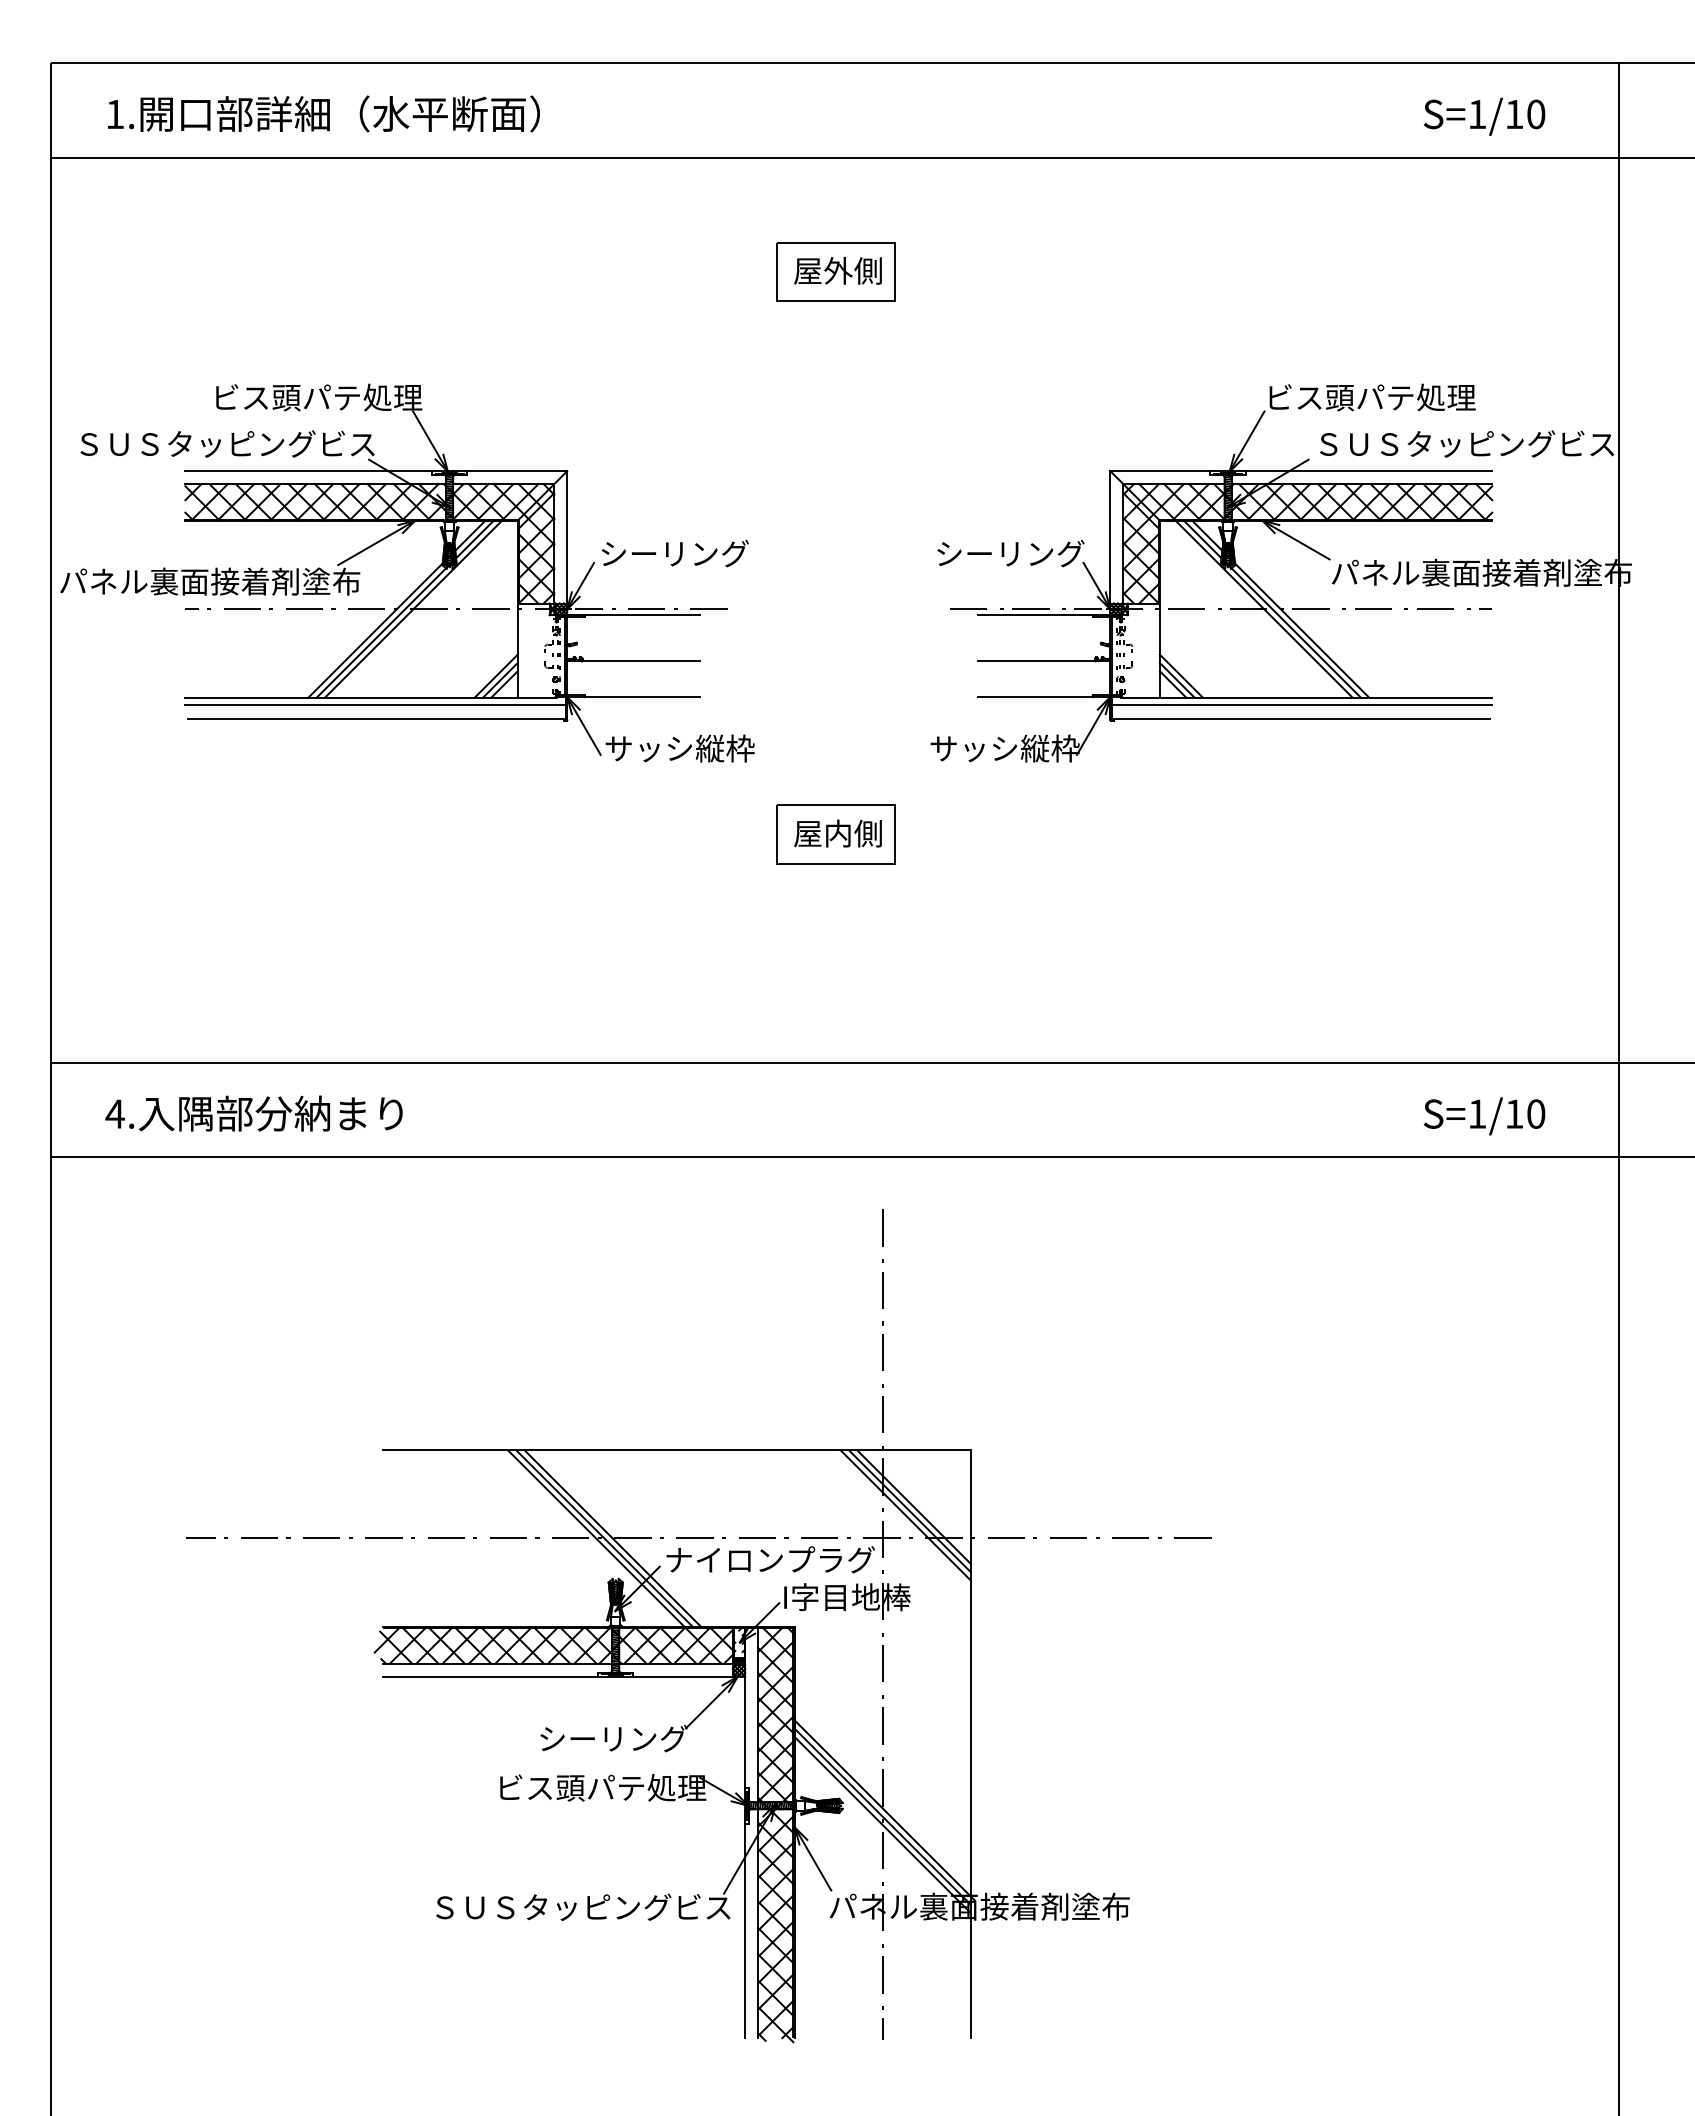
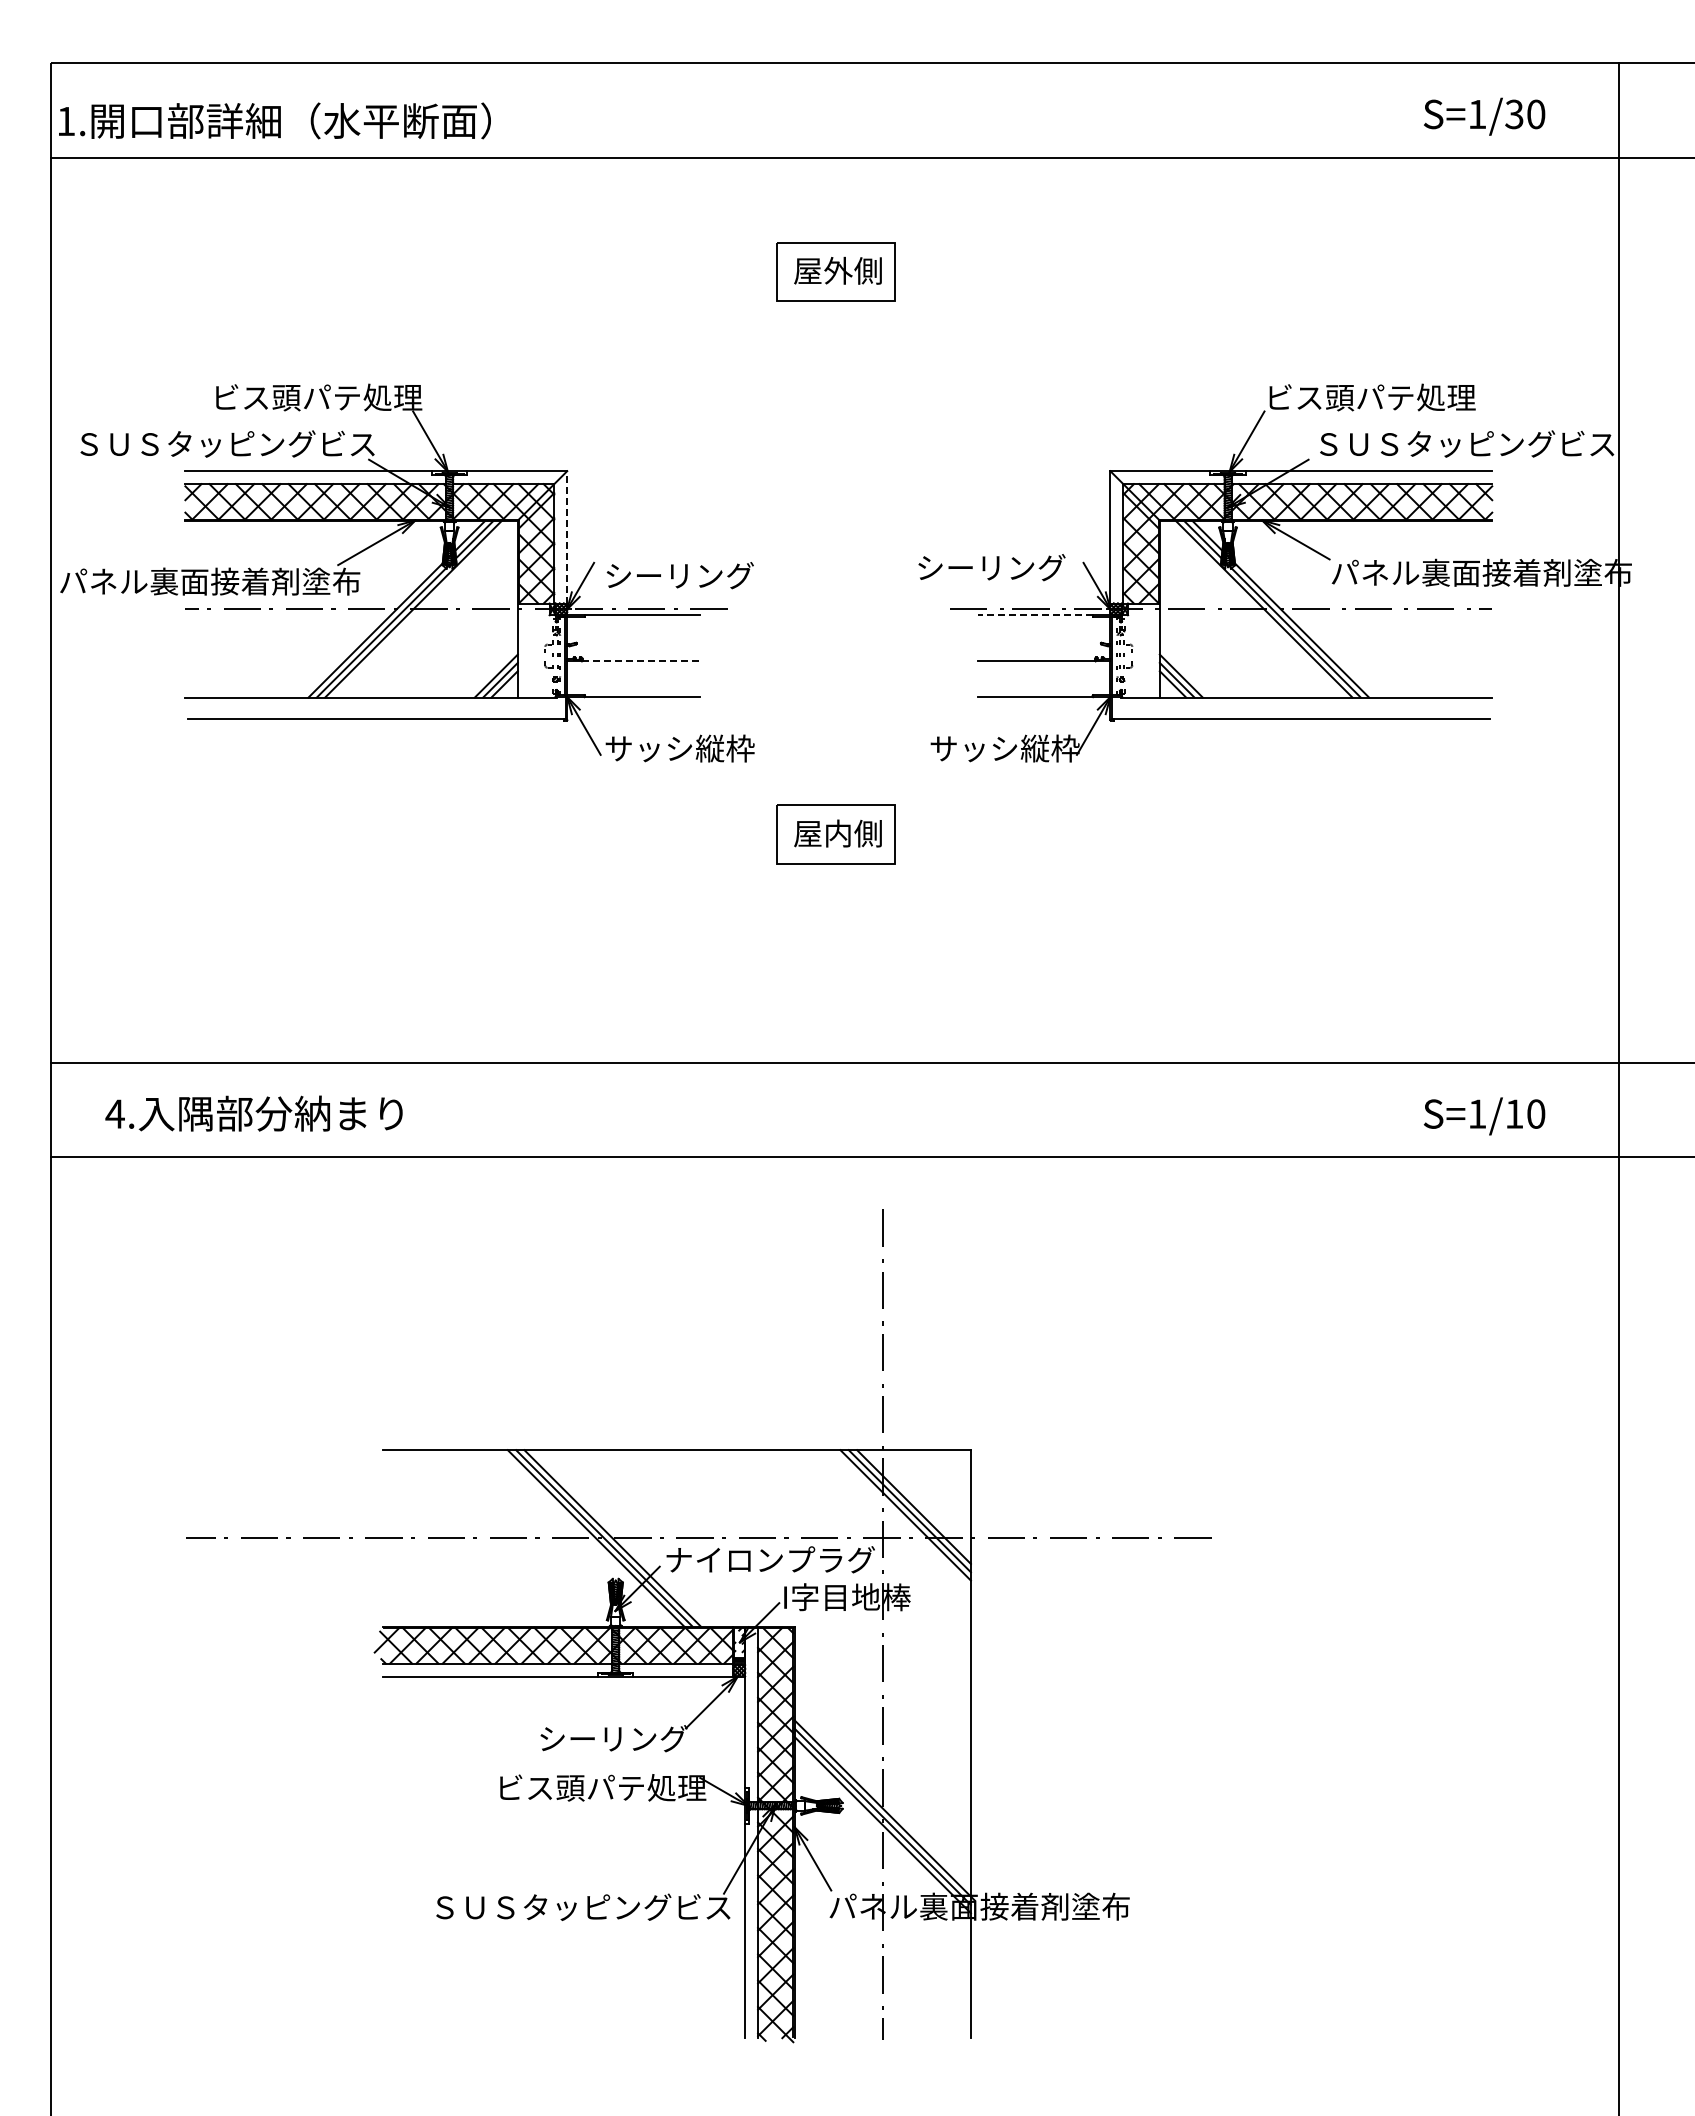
text at (323, 113) position: (323, 113) -> (274, 120)
text at (1514, 114): S=1/10 -> S=1/30
line at (567, 536): solid -> dashed
text at (674, 553) position: (674, 553) -> (679, 575)
text at (1010, 553) position: (1010, 553) -> (991, 567)
line at (1035, 615): solid -> dashed
line at (641, 661): solid -> dashed
line at (375, 705): present -> none
line at (1301, 705): present -> none
